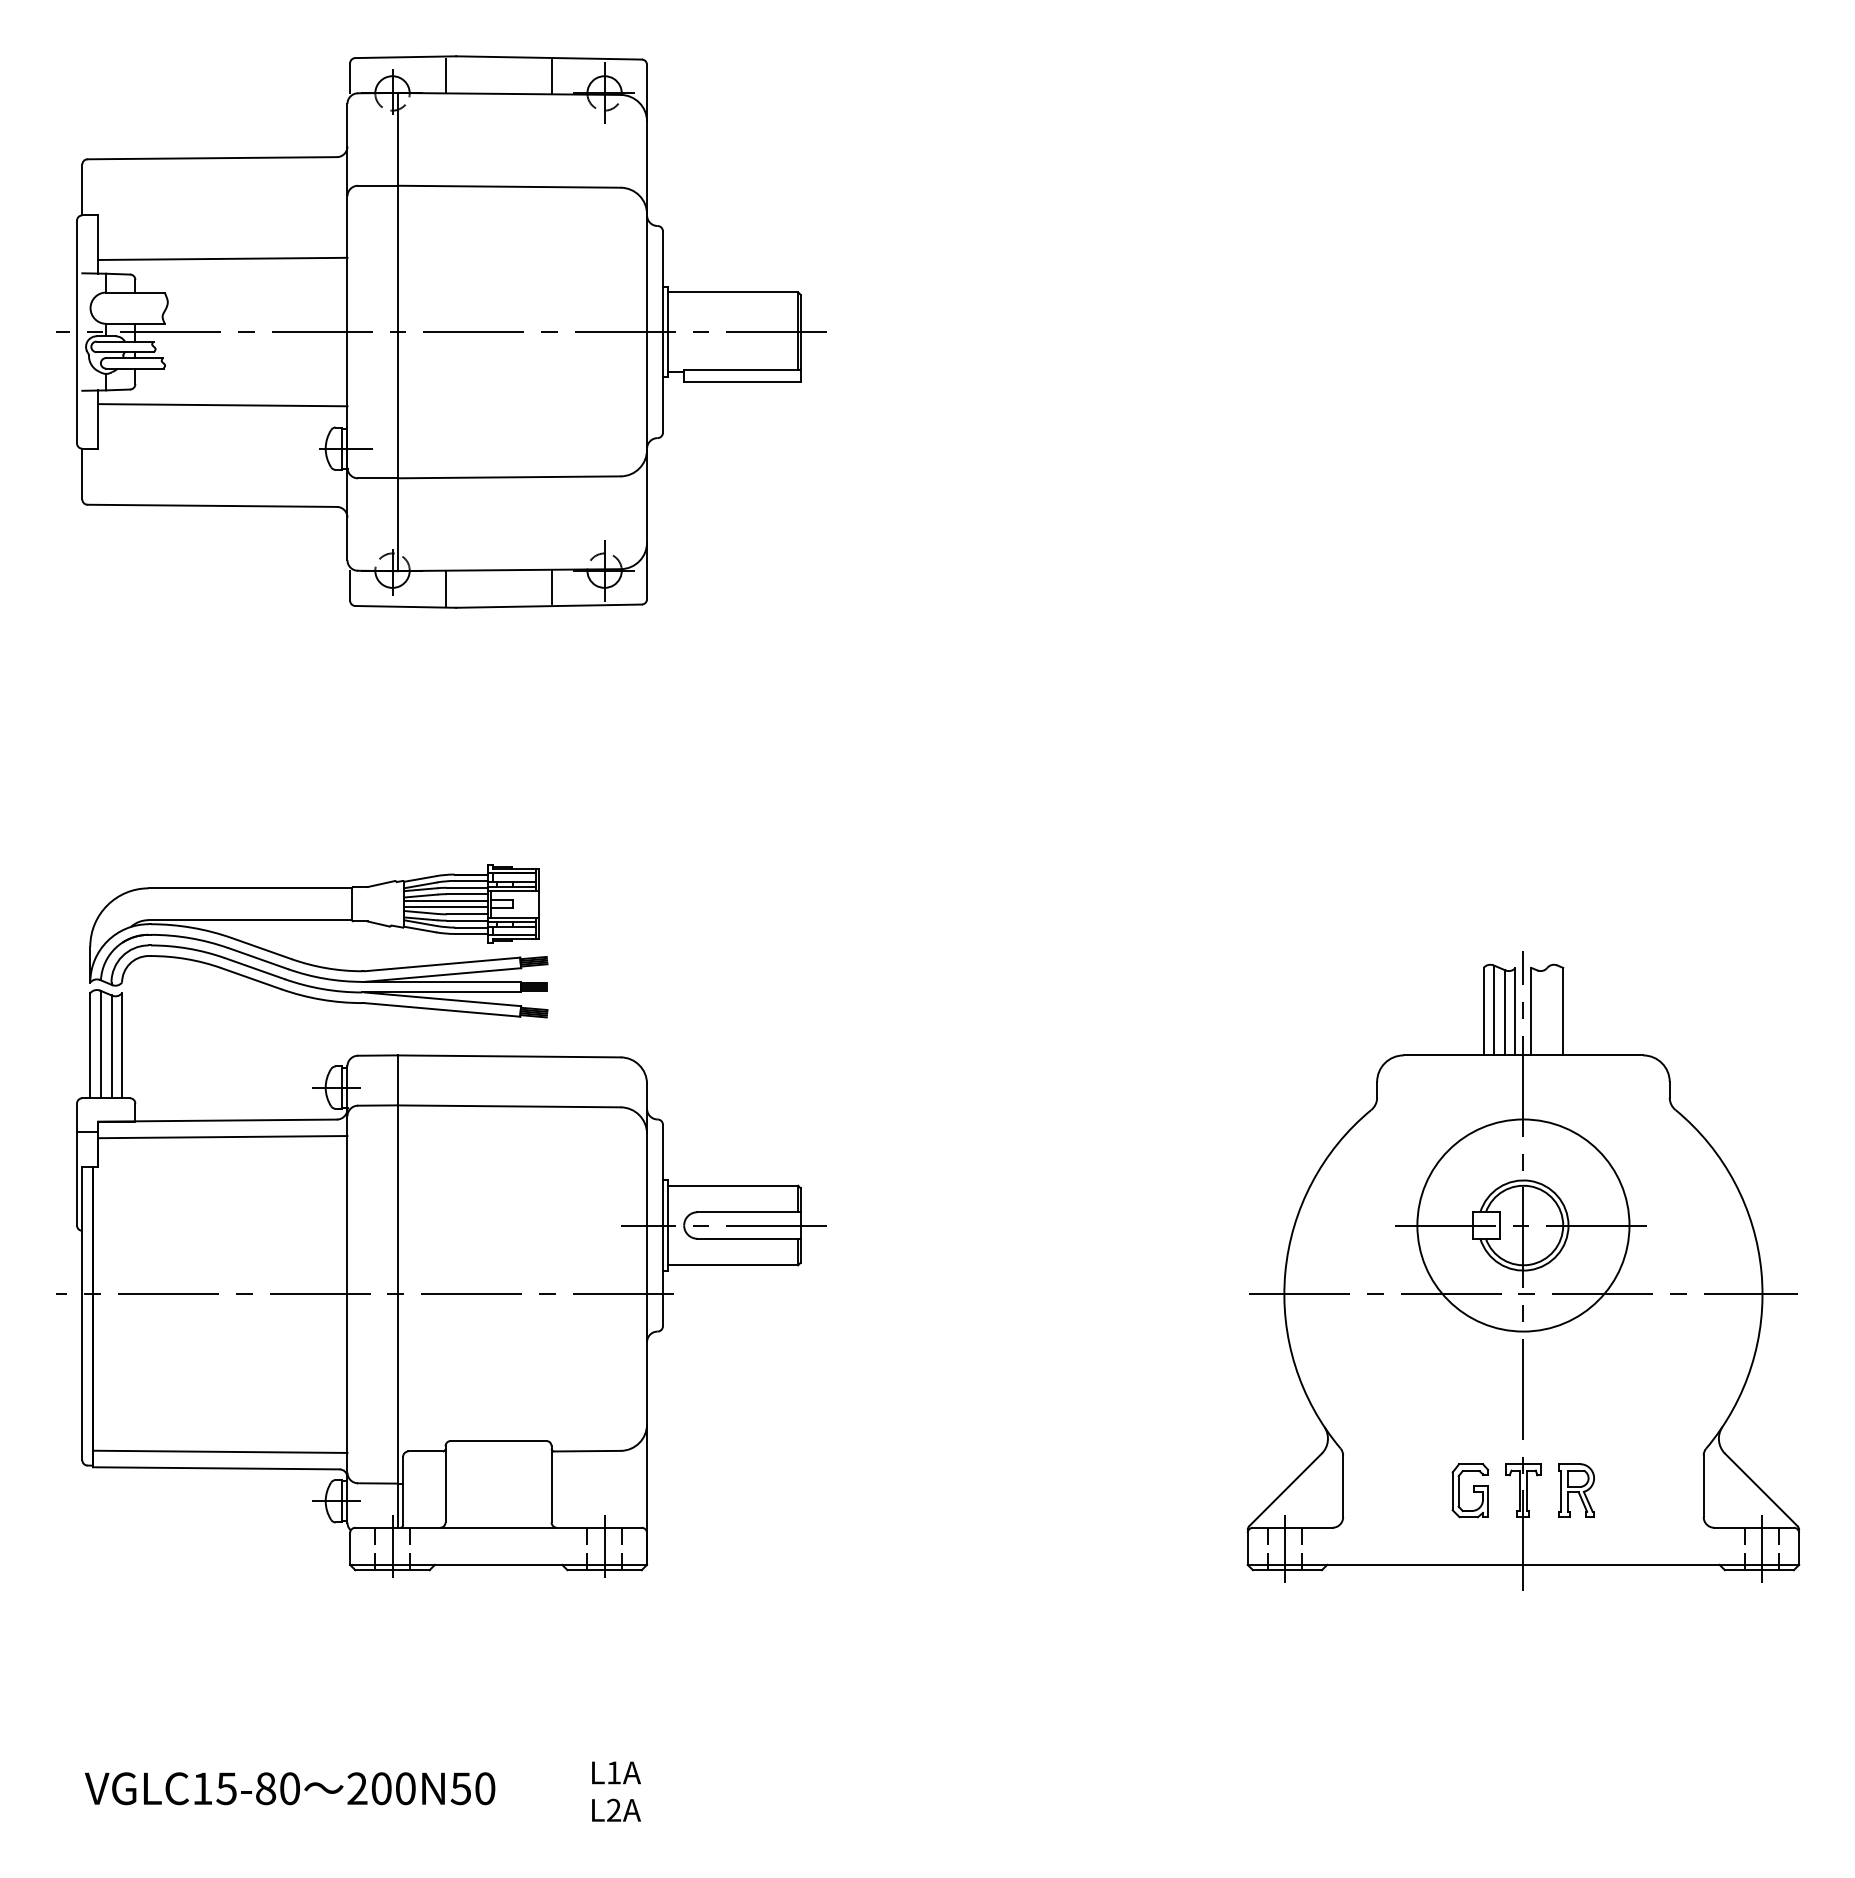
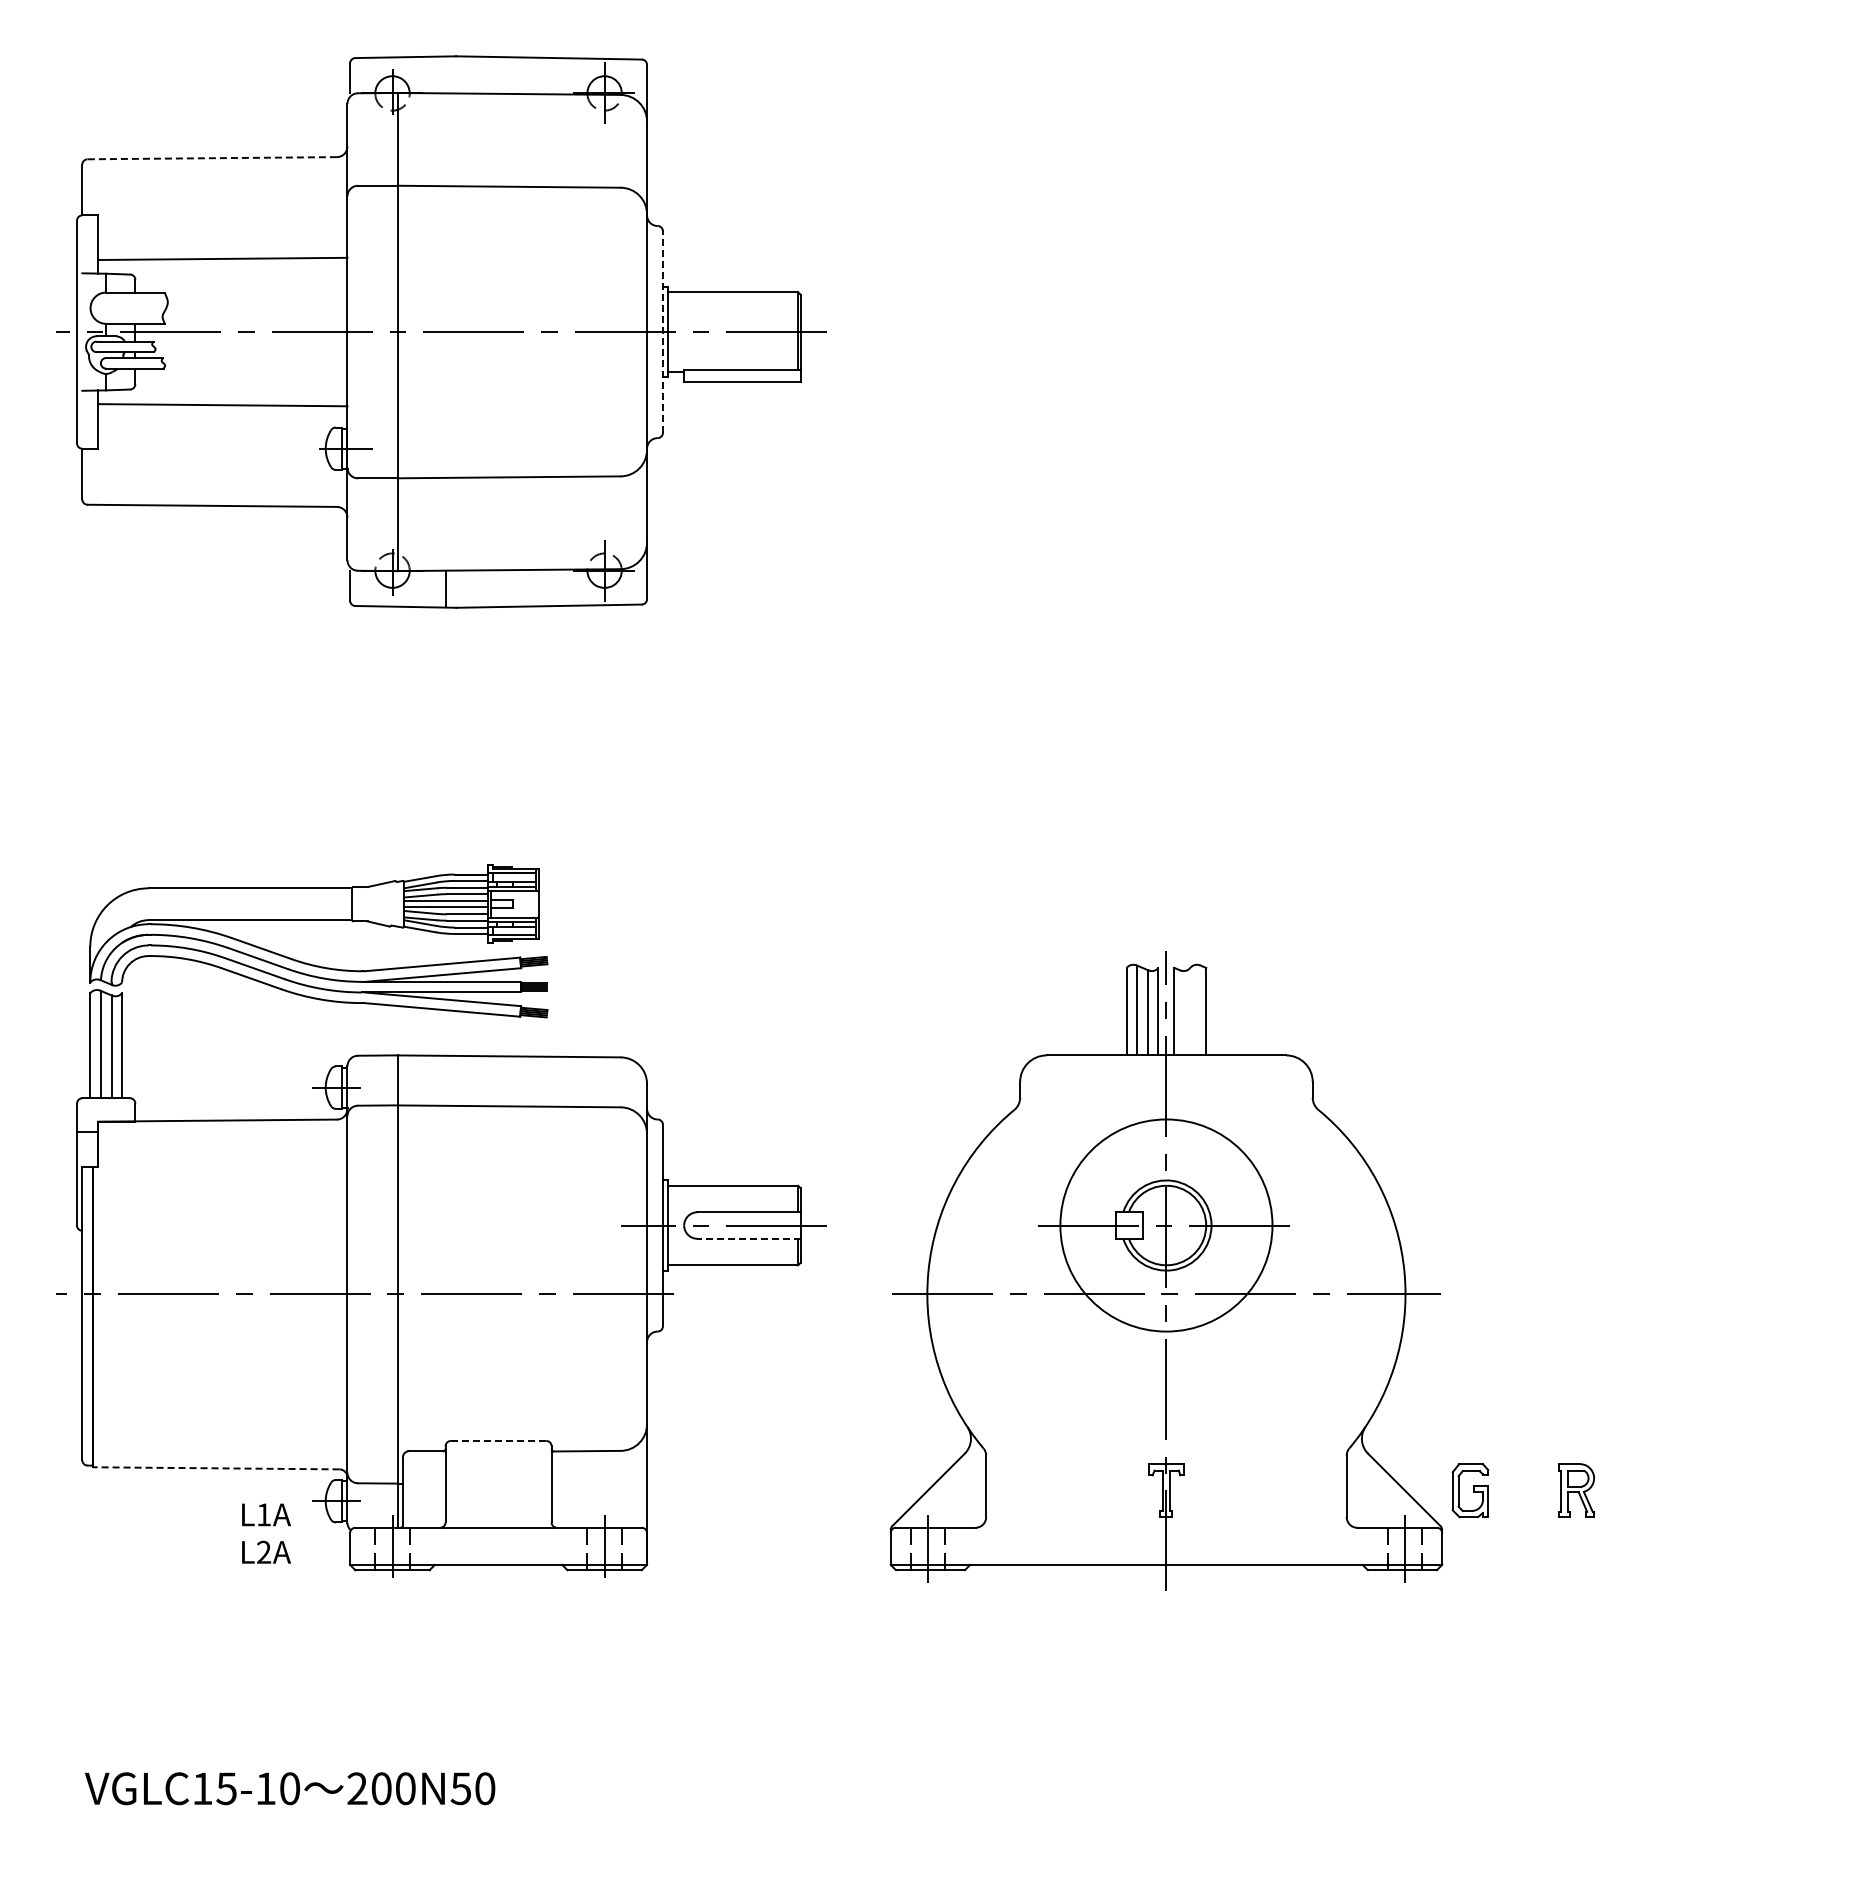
line at (445, 75): present -> none
line at (551, 76): present -> none
line at (212, 158): solid -> dashed
line at (662, 332): solid -> dashed
line at (551, 586): present -> none
line at (222, 1137): present -> none
line at (749, 1238): solid -> dashed
part at (1523, 1270) position: (1523, 1270) -> (1166, 1270)
line at (498, 1440): solid -> dashed
line at (219, 1451): present -> none
line at (215, 1468): solid -> dashed
text at (266, 1788): VGLC15-80 -> VGLC15-10
text at (616, 1791) position: (616, 1791) -> (266, 1533)
